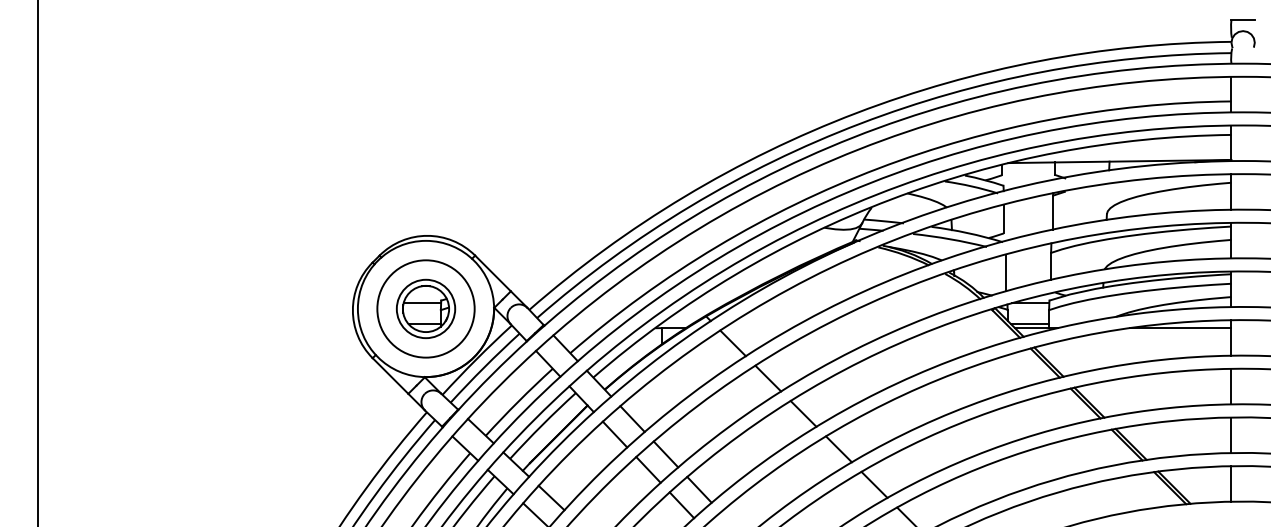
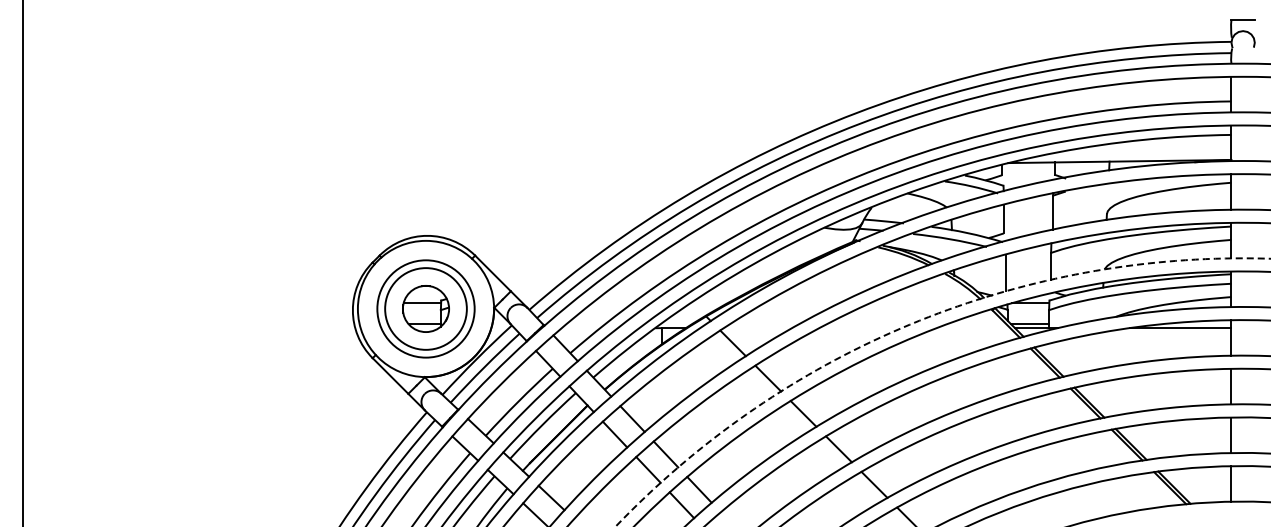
line at (38, 262) position: (38, 262) -> (23, 262)
circle at (425, 308) diameter: 58 px -> 82 px
arc at (917, 321): solid -> dashed
